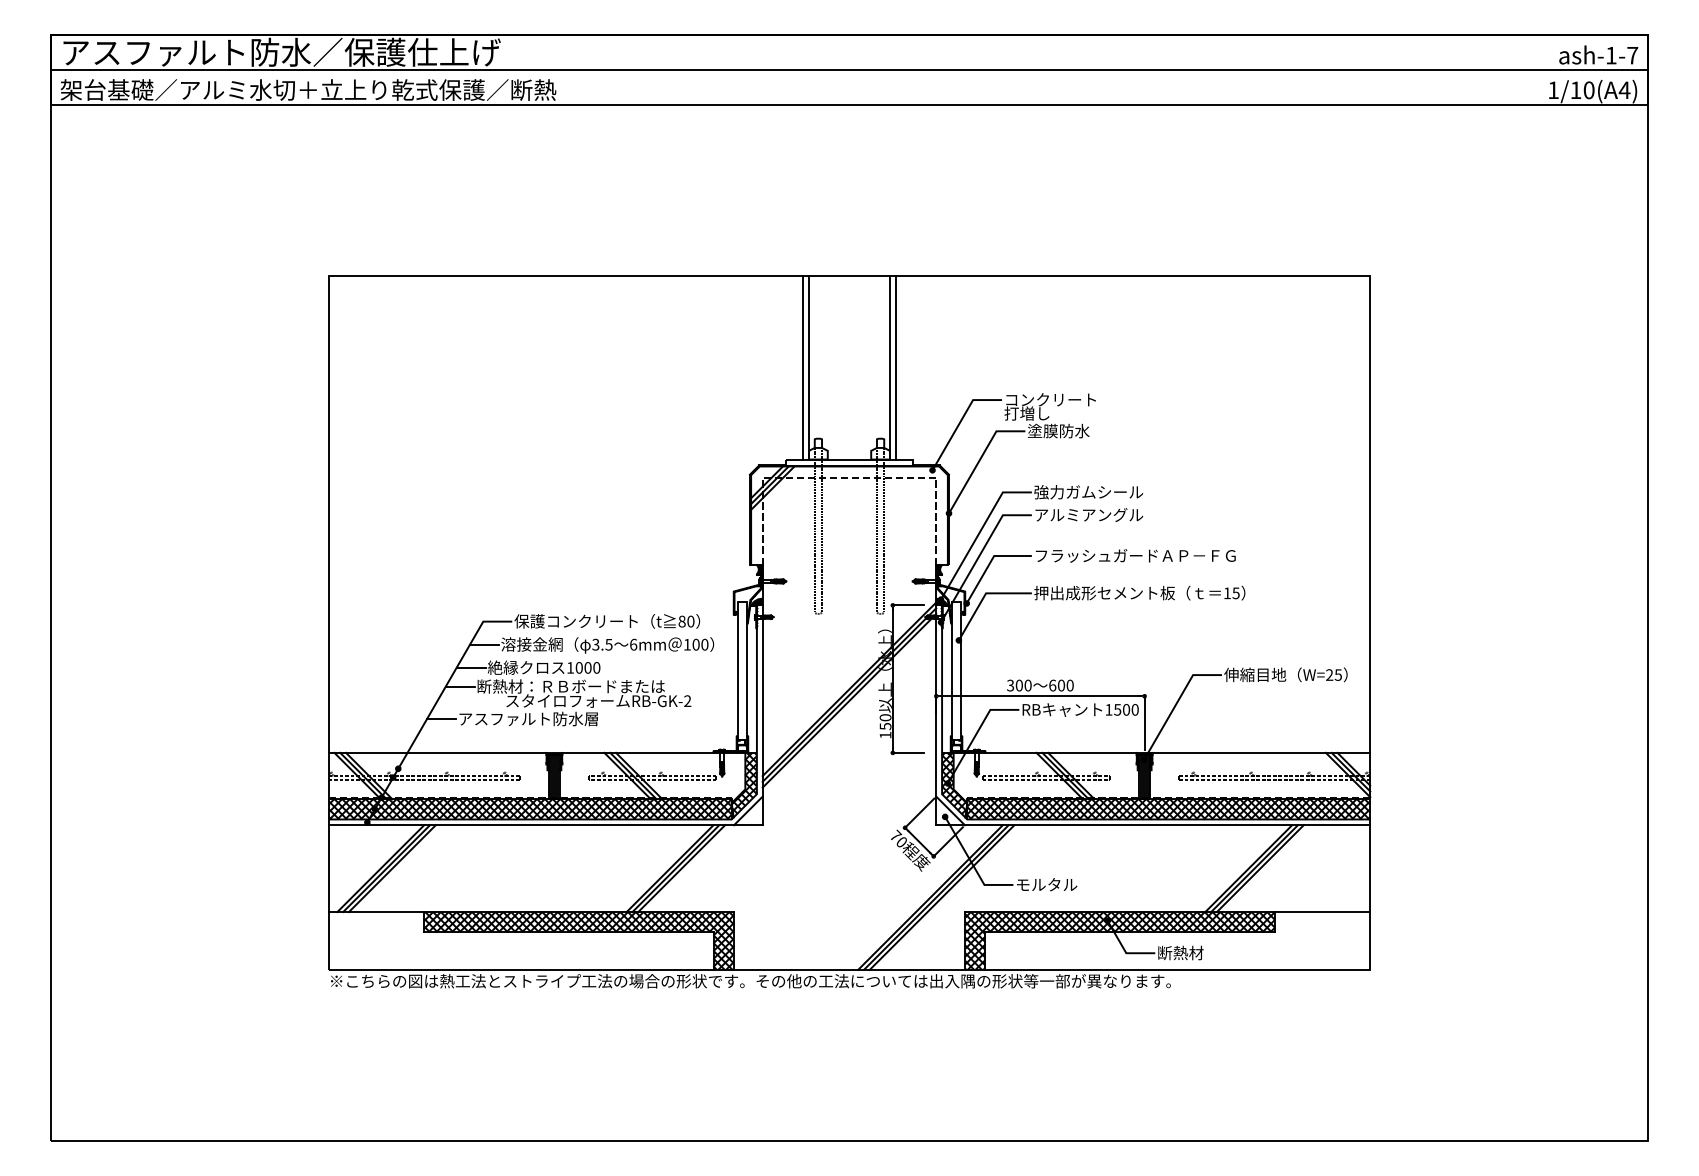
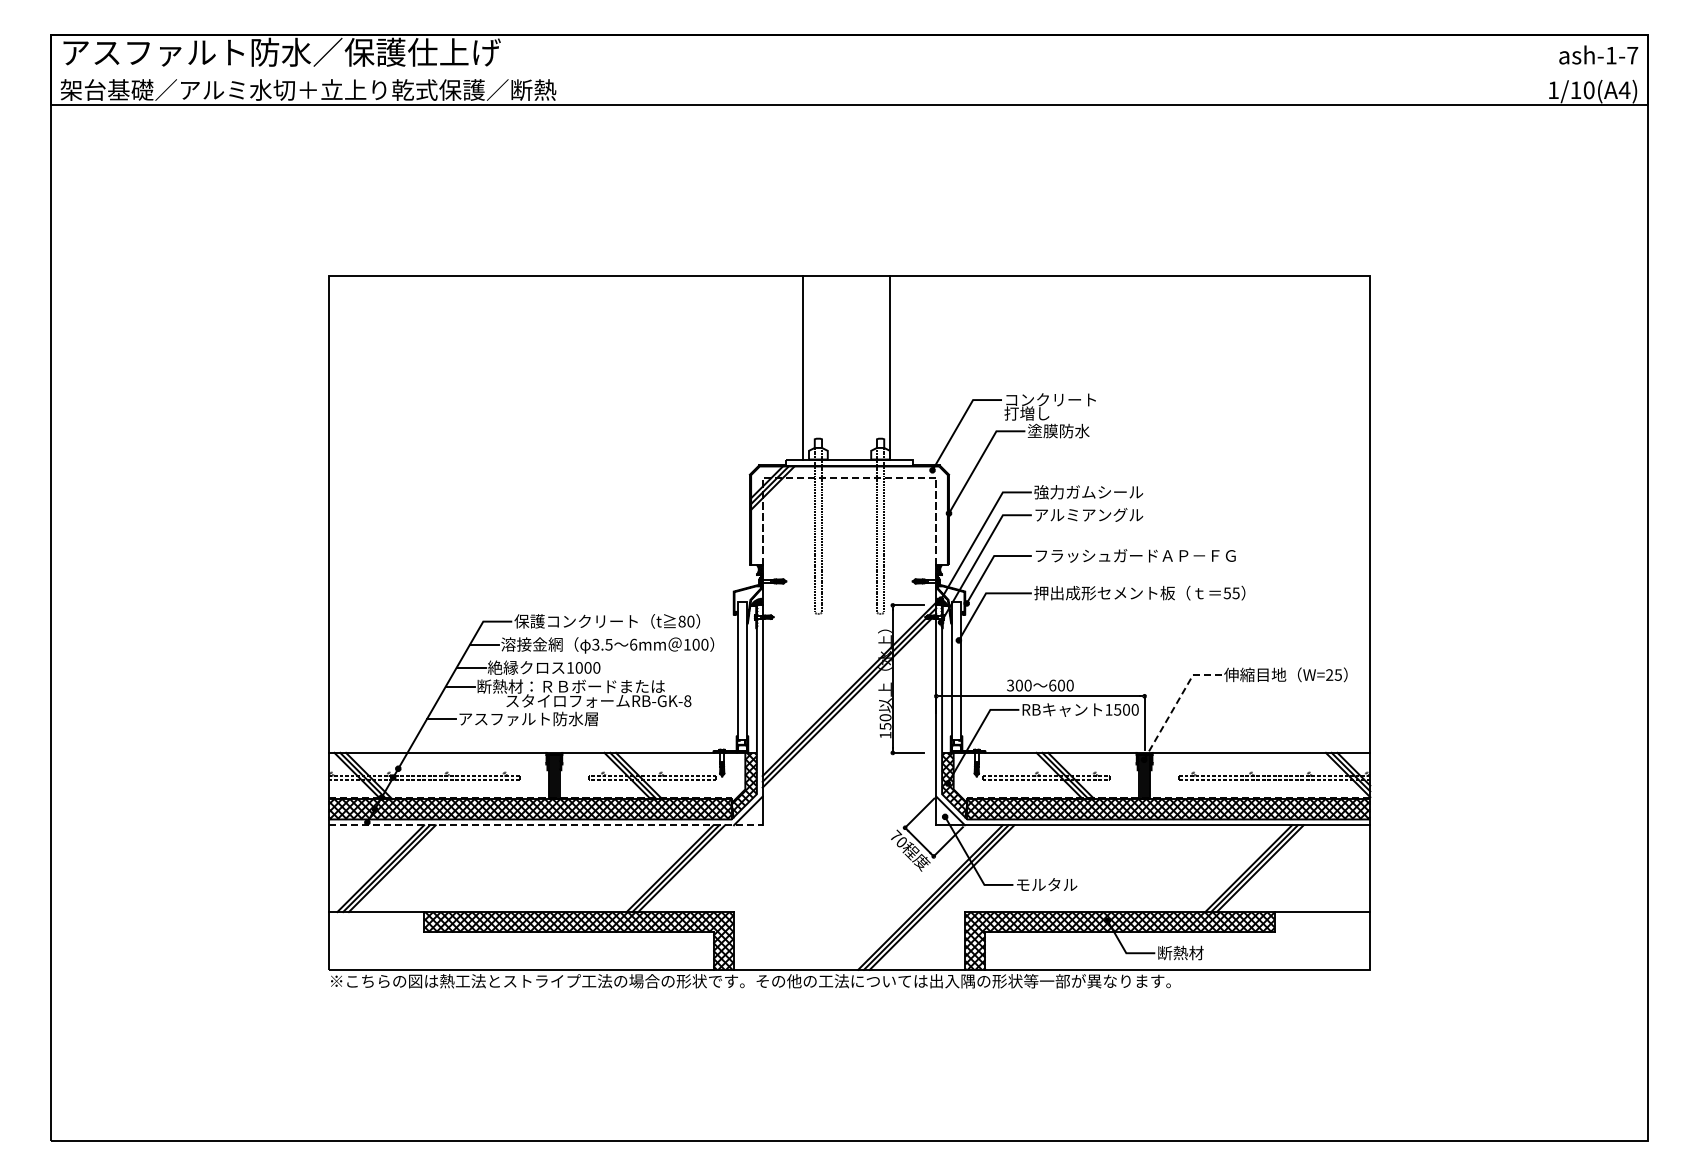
line at (849, 70): present -> none
line at (808, 367): present -> none
line at (895, 367): present -> none
text at (1226, 593): 15 -> 55
text at (687, 701): RB-GK-2 -> RB-GK-8
line at (1176, 704): solid -> dashed
line at (545, 825): solid -> dashed
